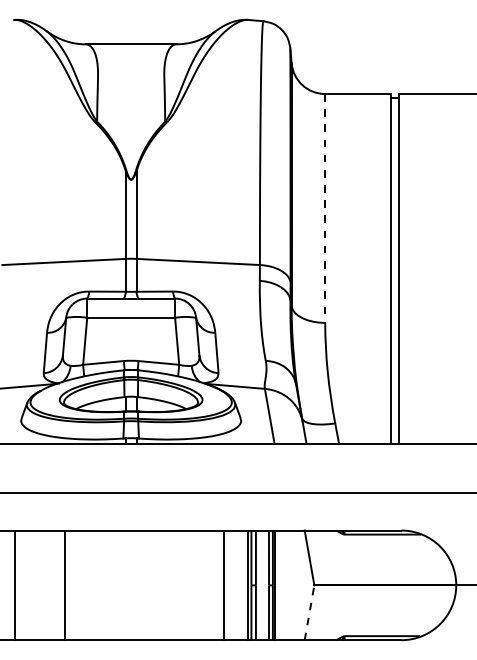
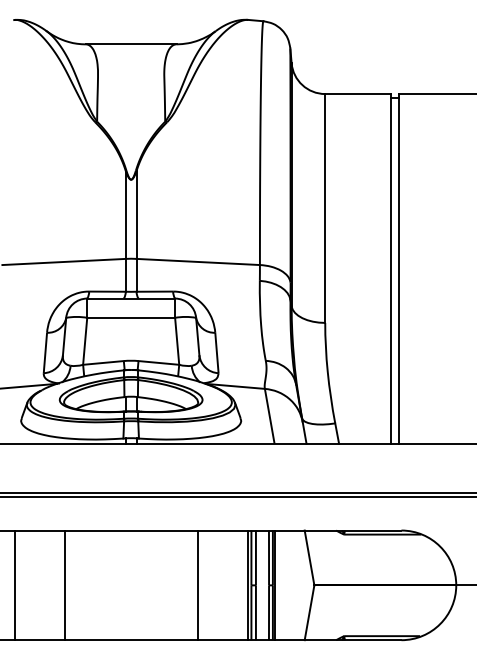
line at (325, 208): dashed -> solid
line at (237, 496): none -> present
line at (223, 585) position: (223, 585) -> (197, 585)
line at (309, 612): dashed -> solid
